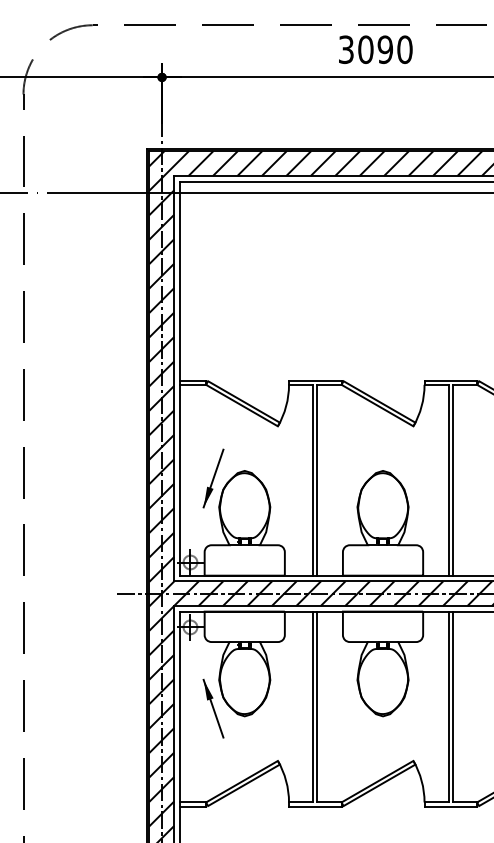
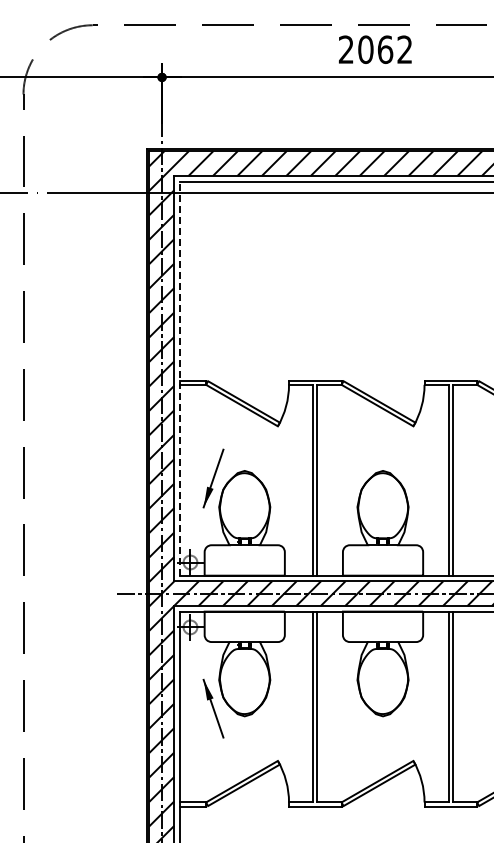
text at (375, 49): 3090 -> 2062
line at (179, 378): solid -> dashed
